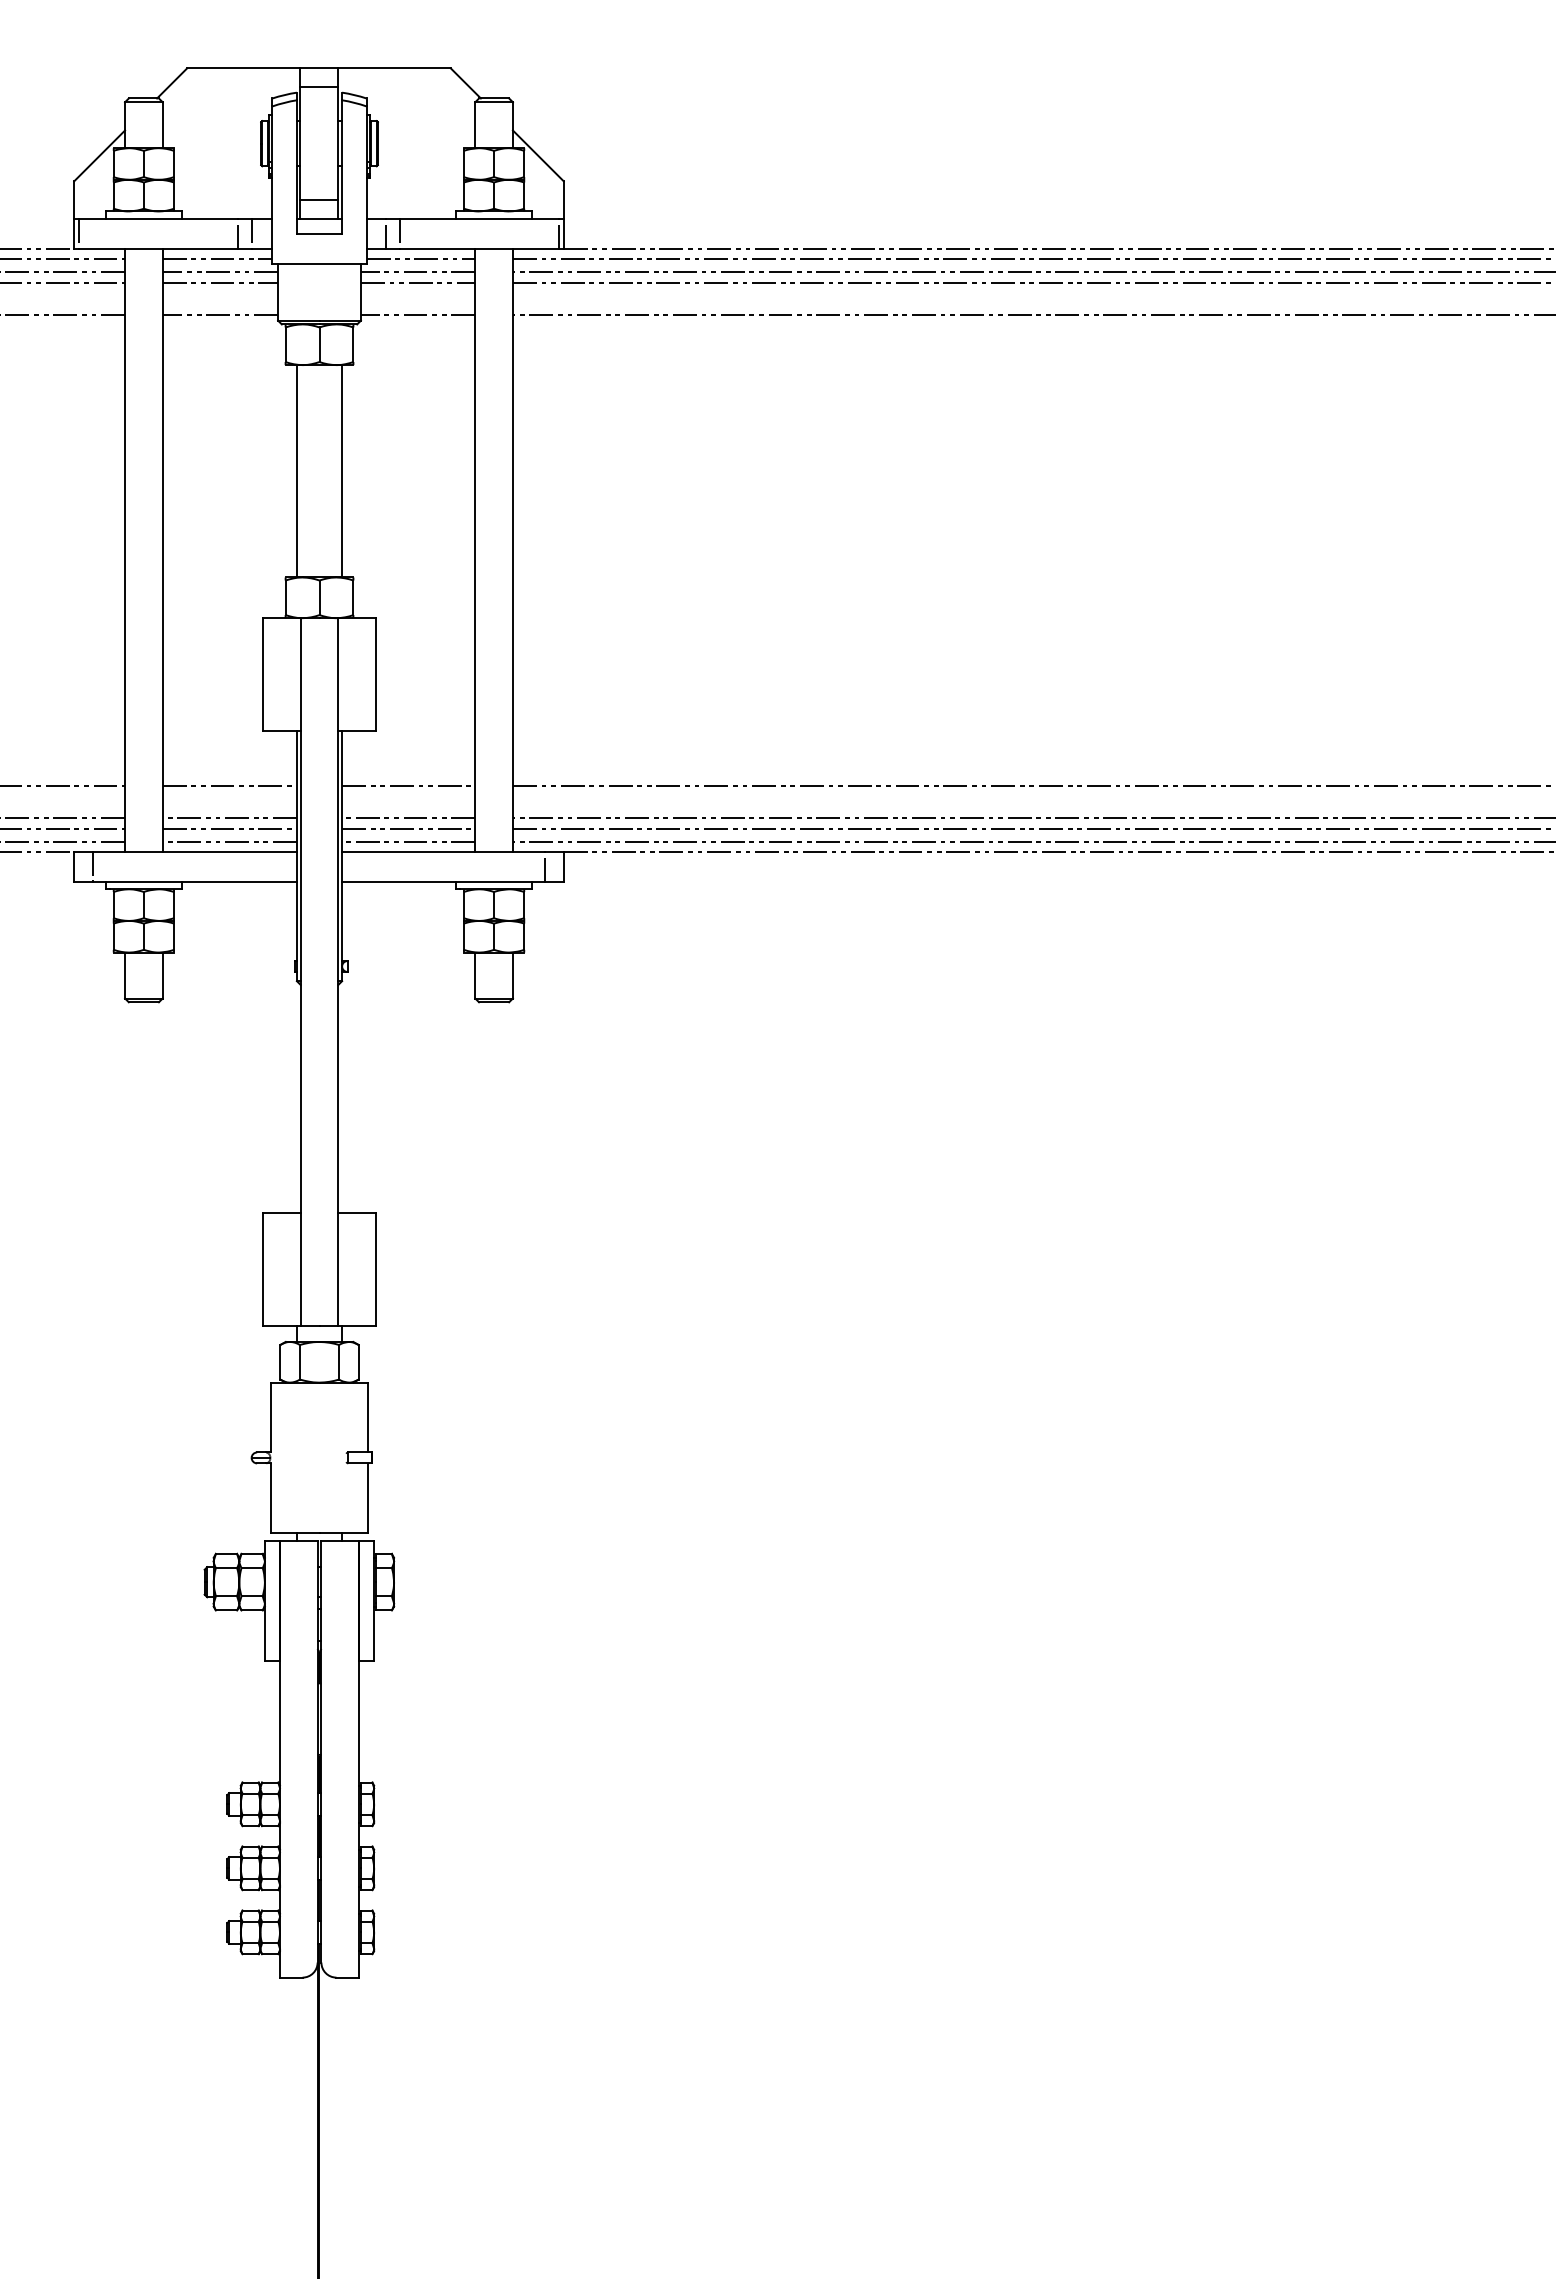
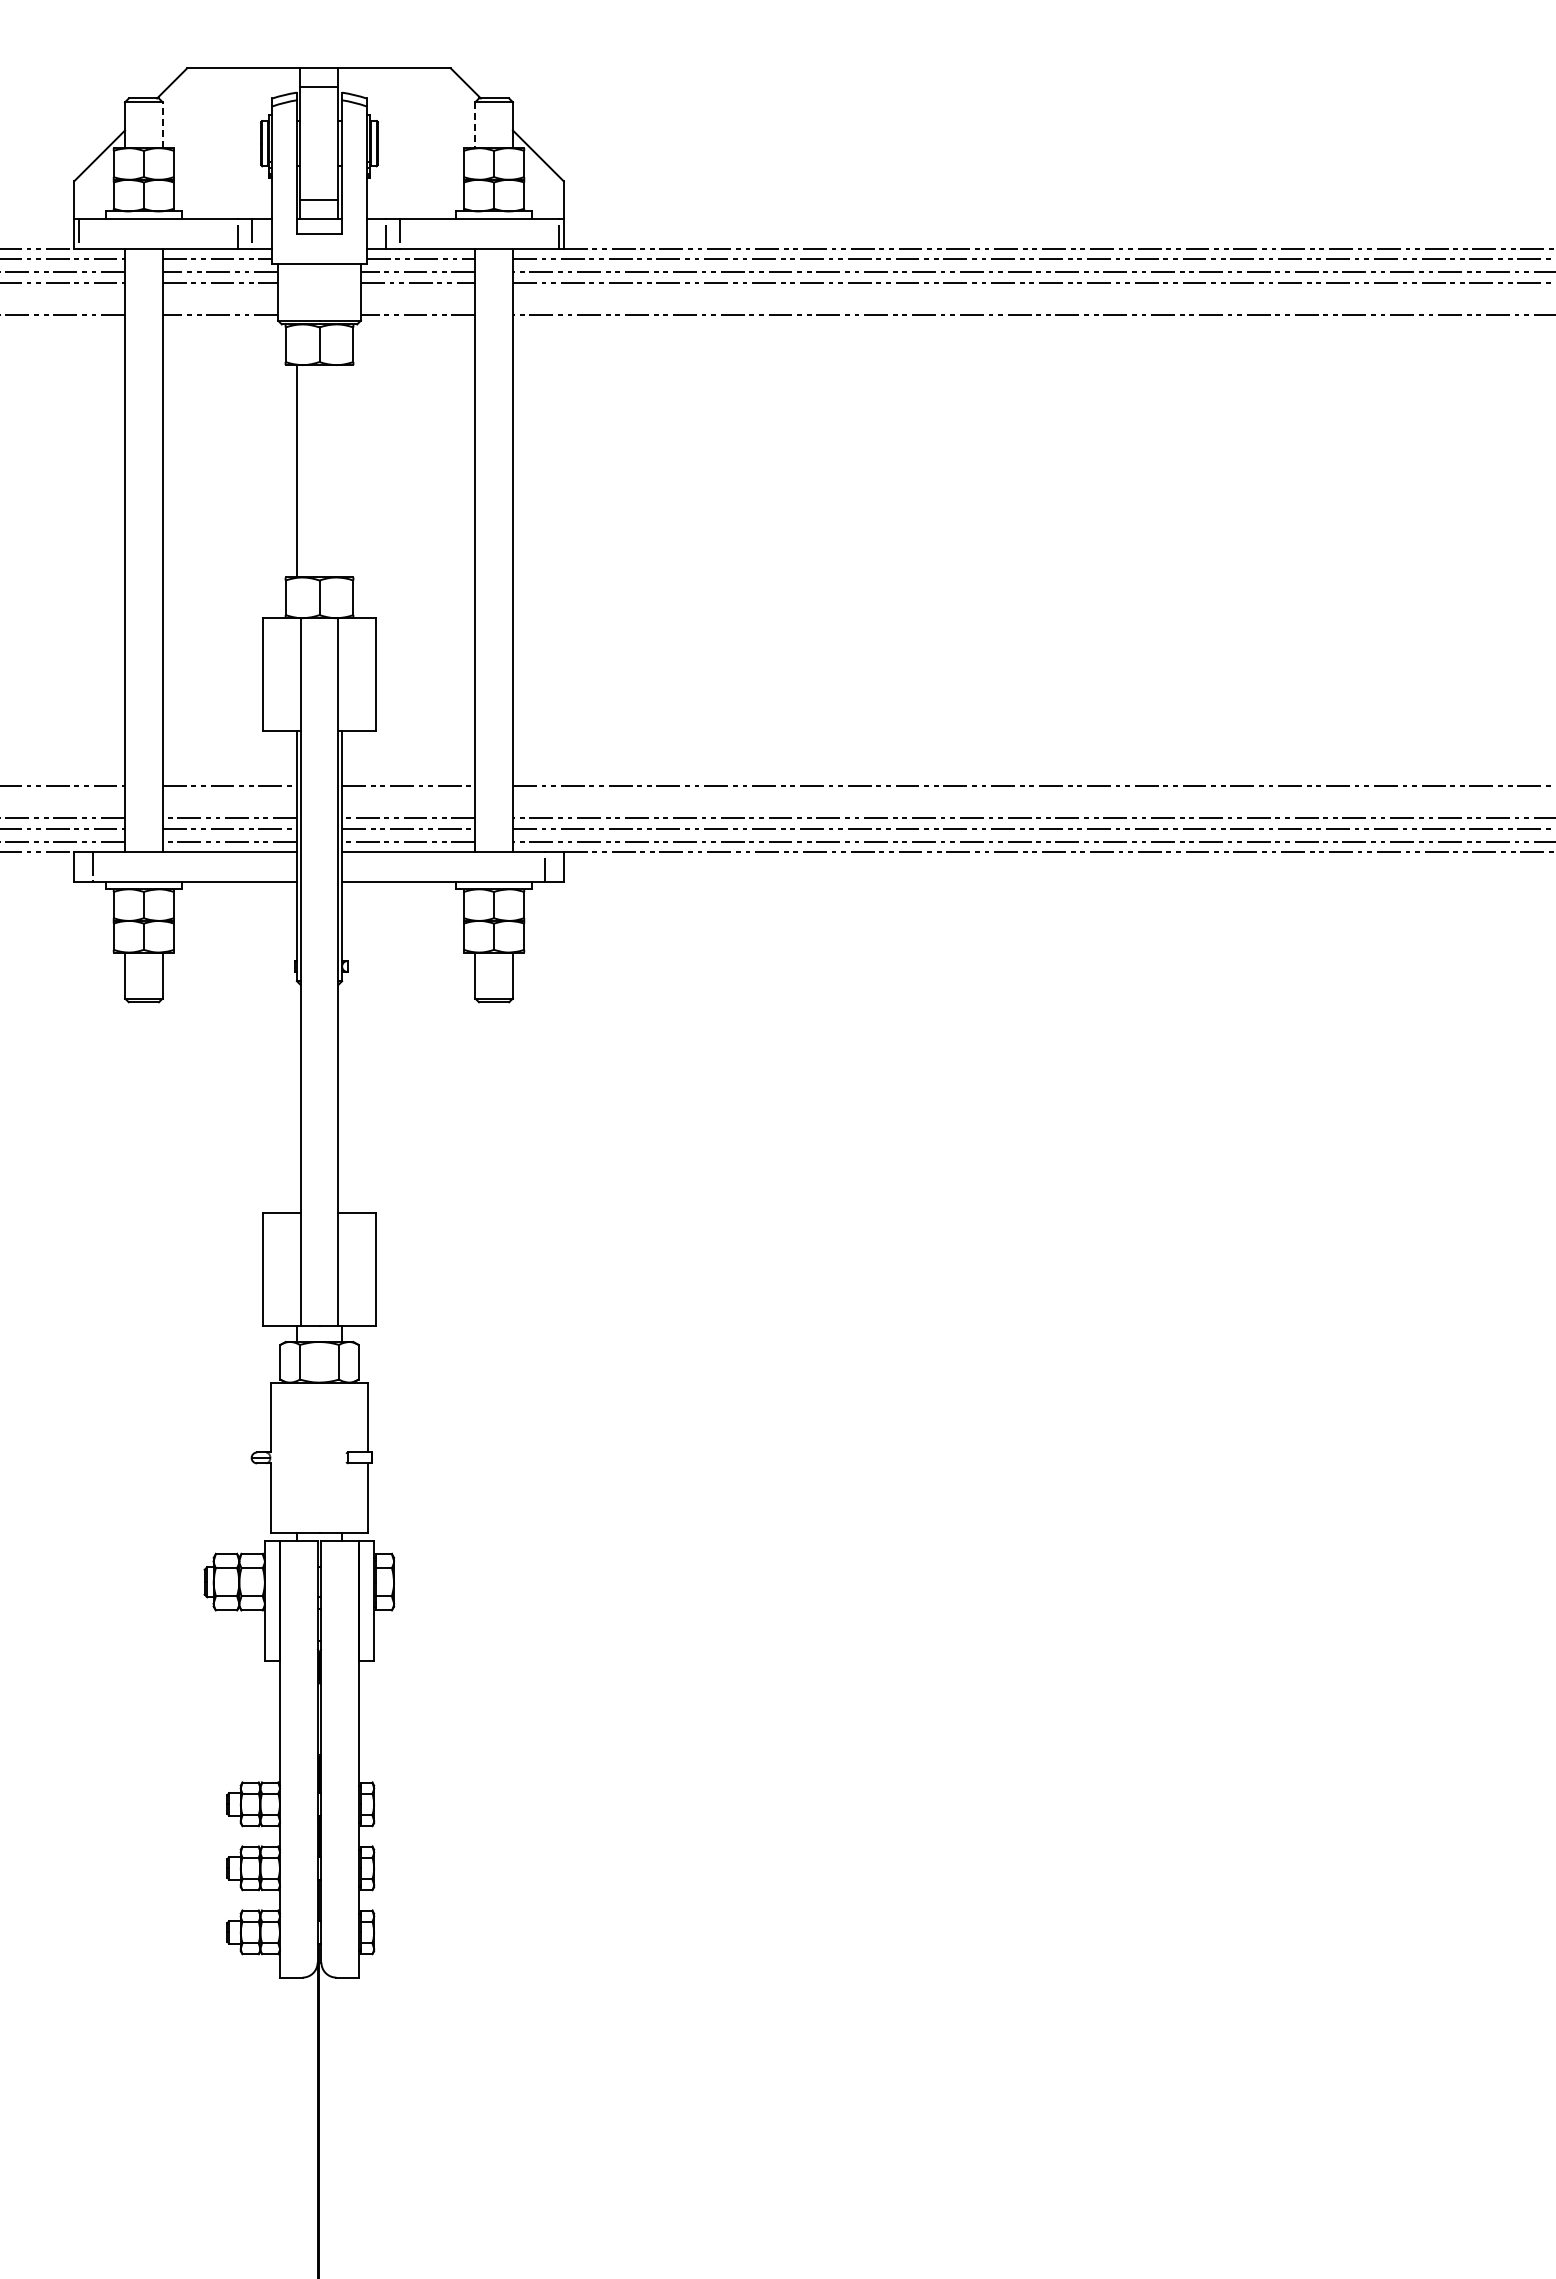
line at (162, 125): solid -> dashed
line at (475, 125): solid -> dashed
line at (342, 471): present -> none
